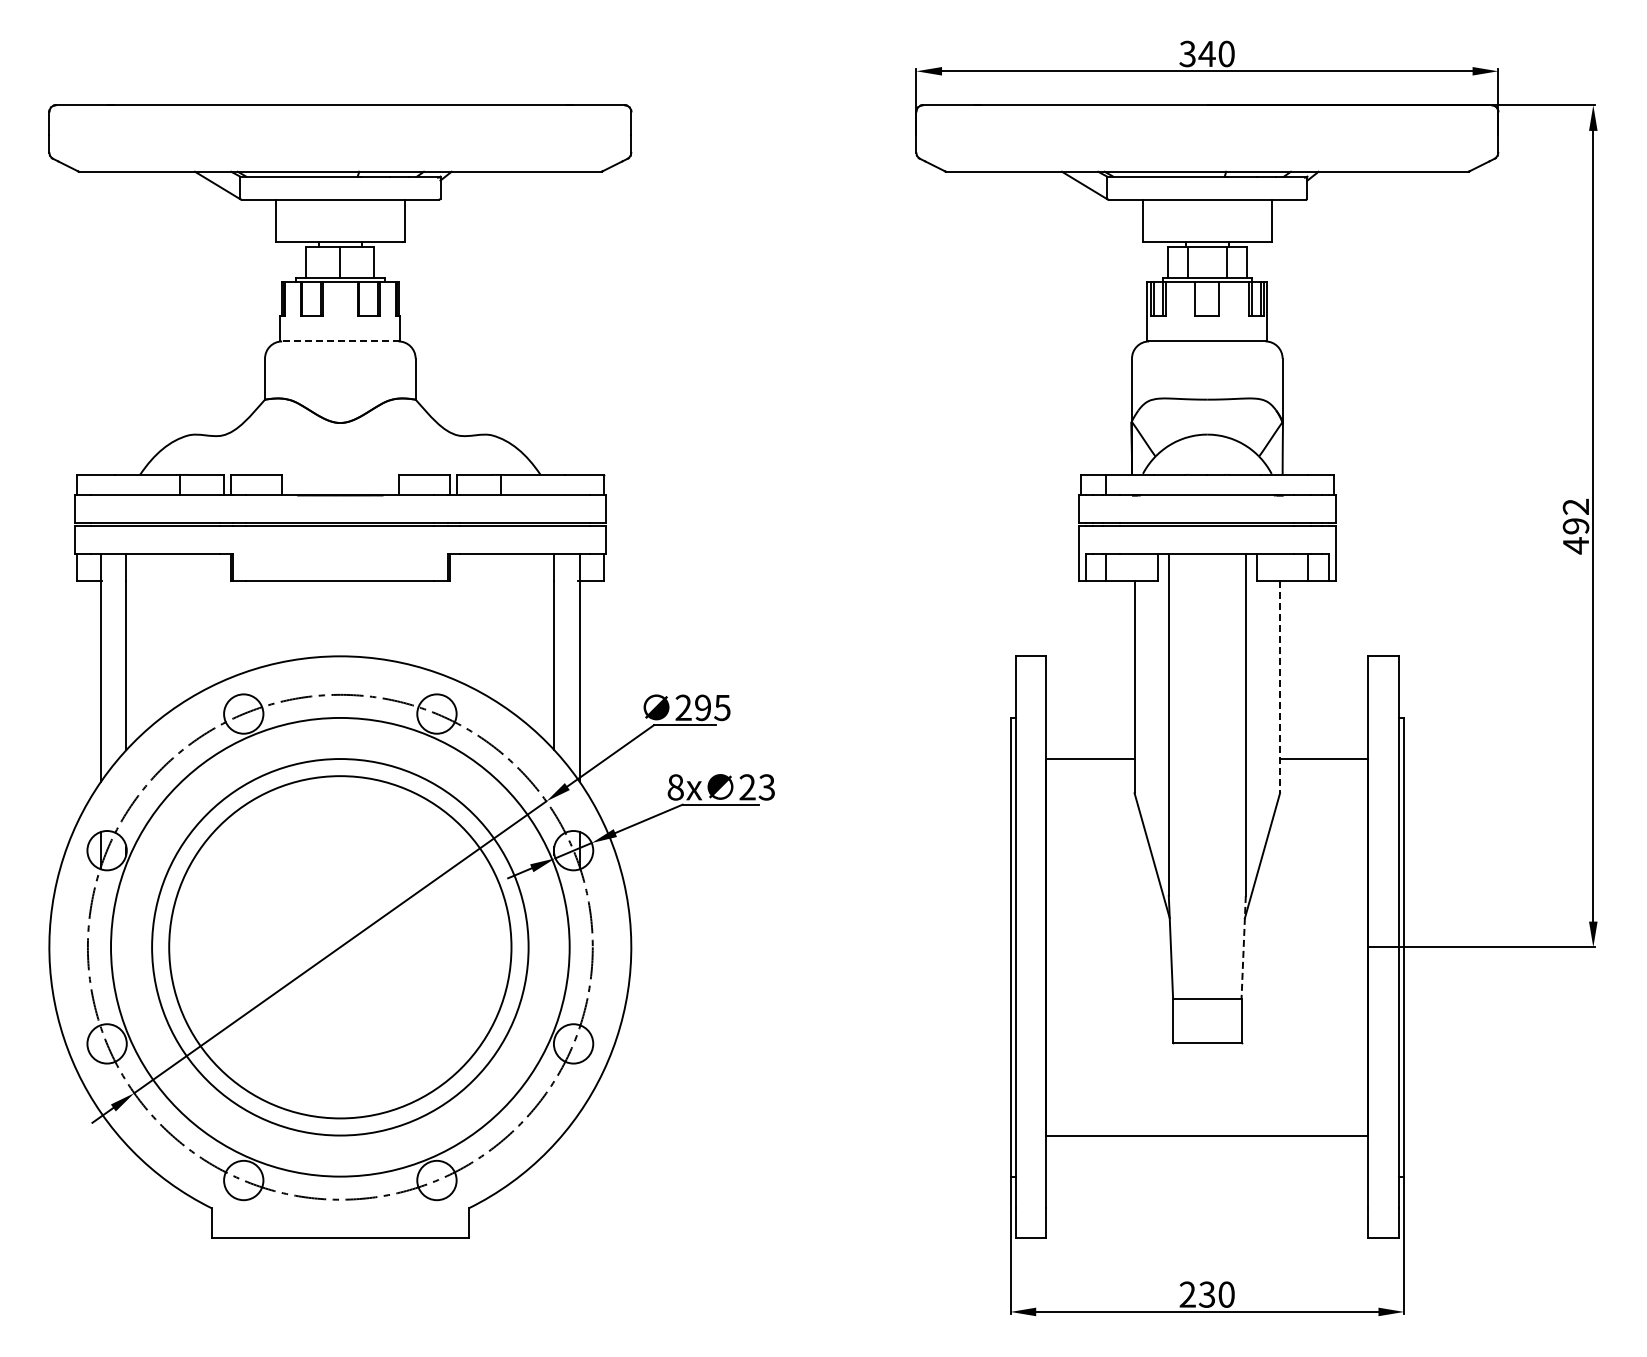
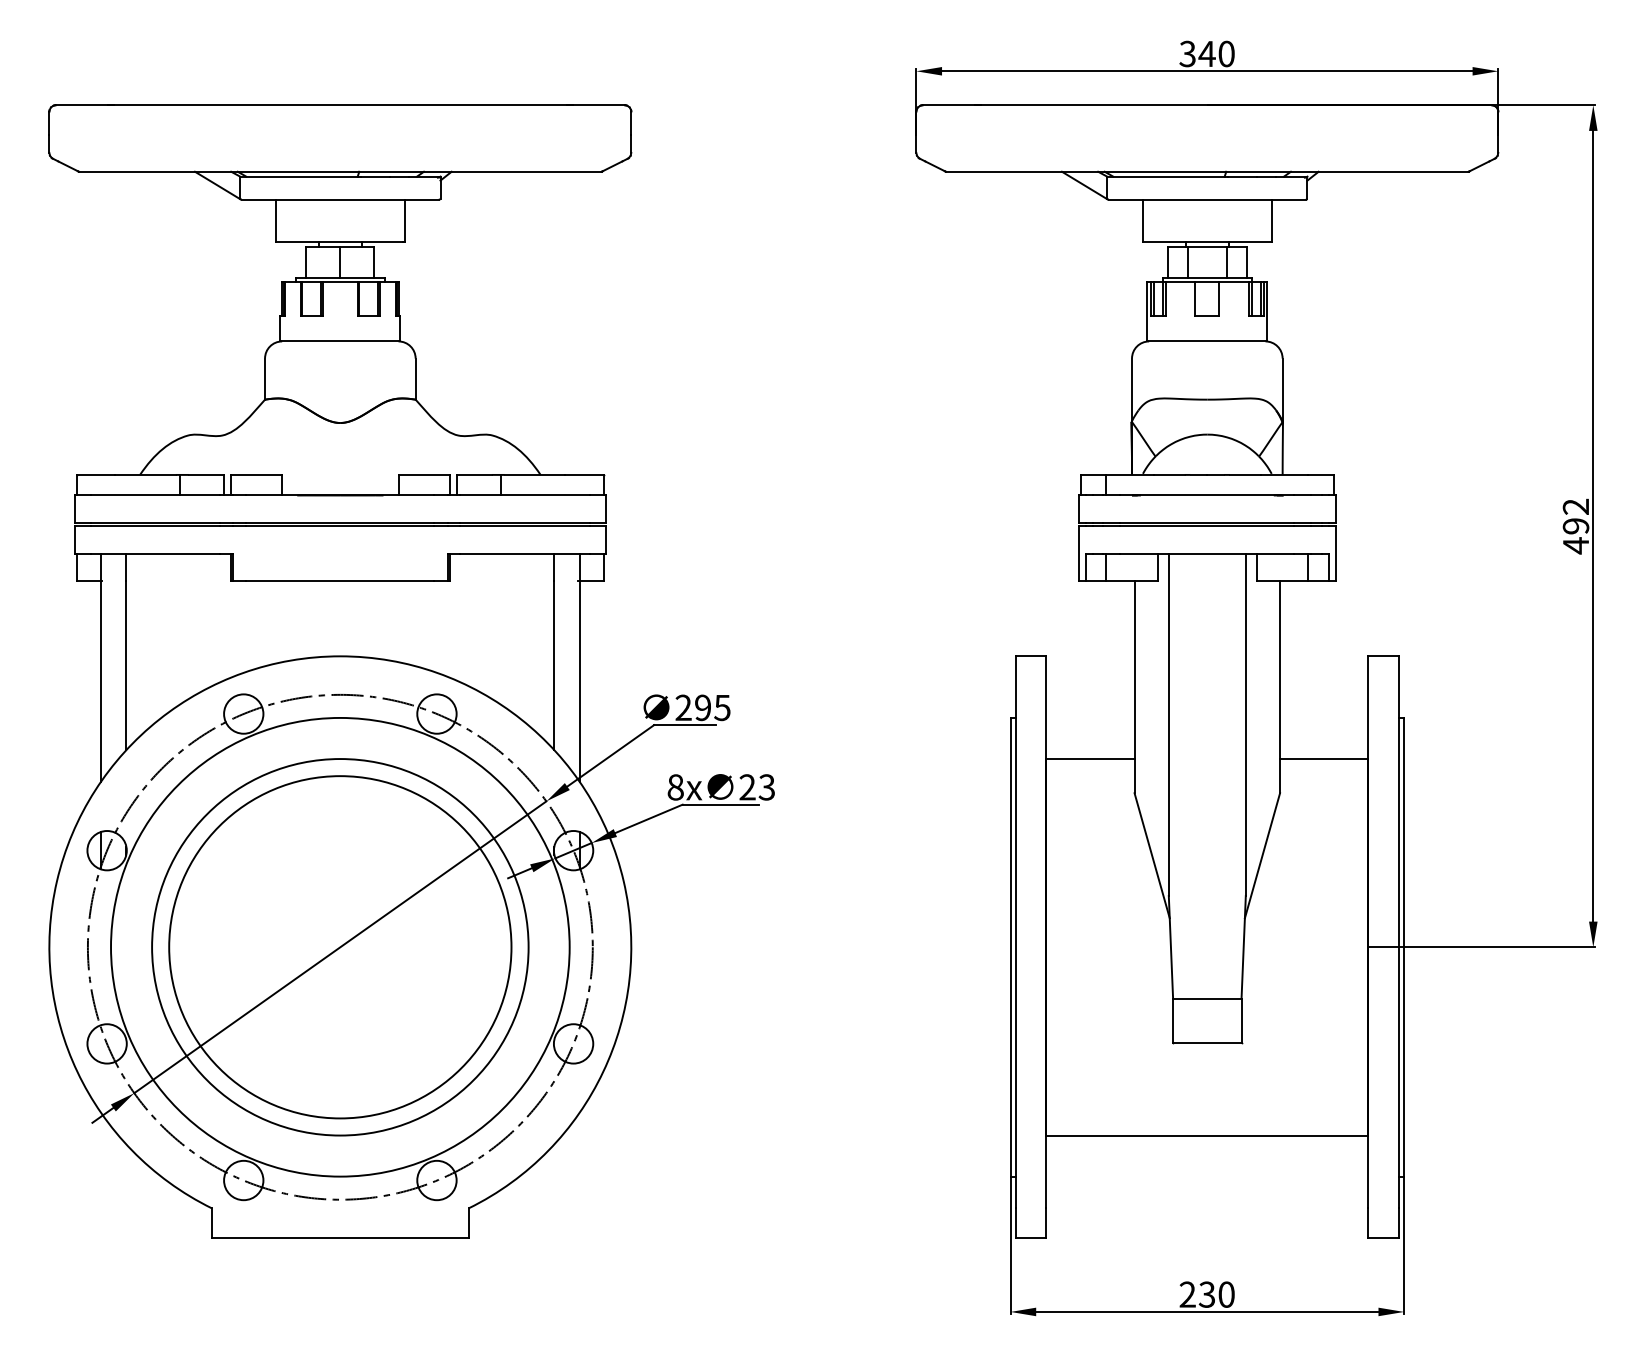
line at (340, 341): dashed -> solid
line at (1280, 687): dashed -> solid
line at (1243, 947): dashed -> solid
